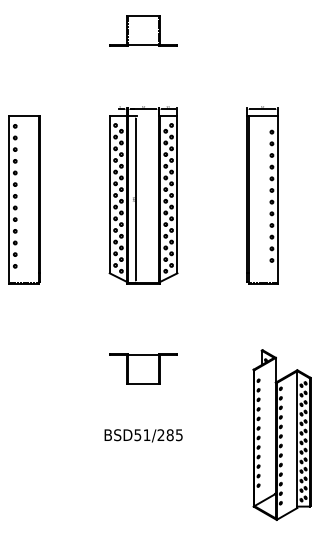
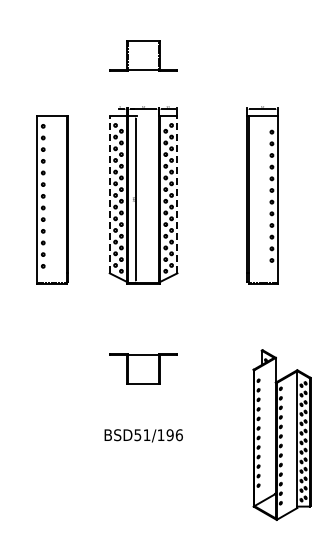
part at (143, 30) position: (143, 30) -> (143, 55)
line at (109, 194): solid -> dashed
line at (177, 194): solid -> dashed
part at (24, 199) position: (24, 199) -> (52, 199)
text at (169, 435): BSD51/285 -> BSD51/196
